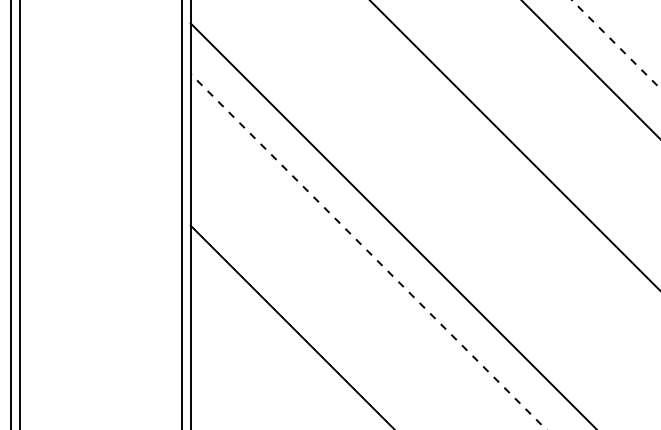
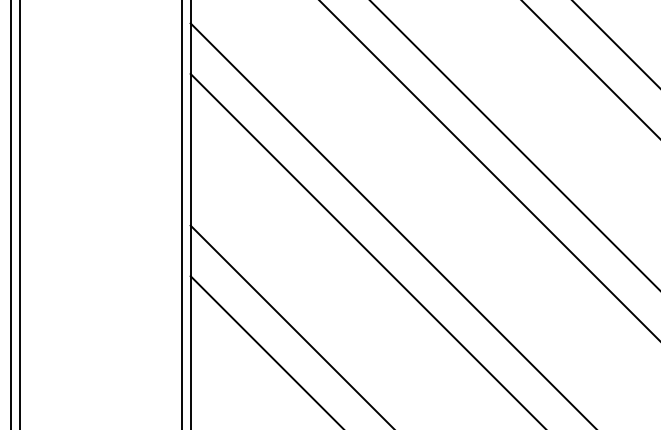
line at (616, 44): dashed -> solid
line at (489, 170): none -> present
line at (368, 251): dashed -> solid
line at (265, 351): none -> present
